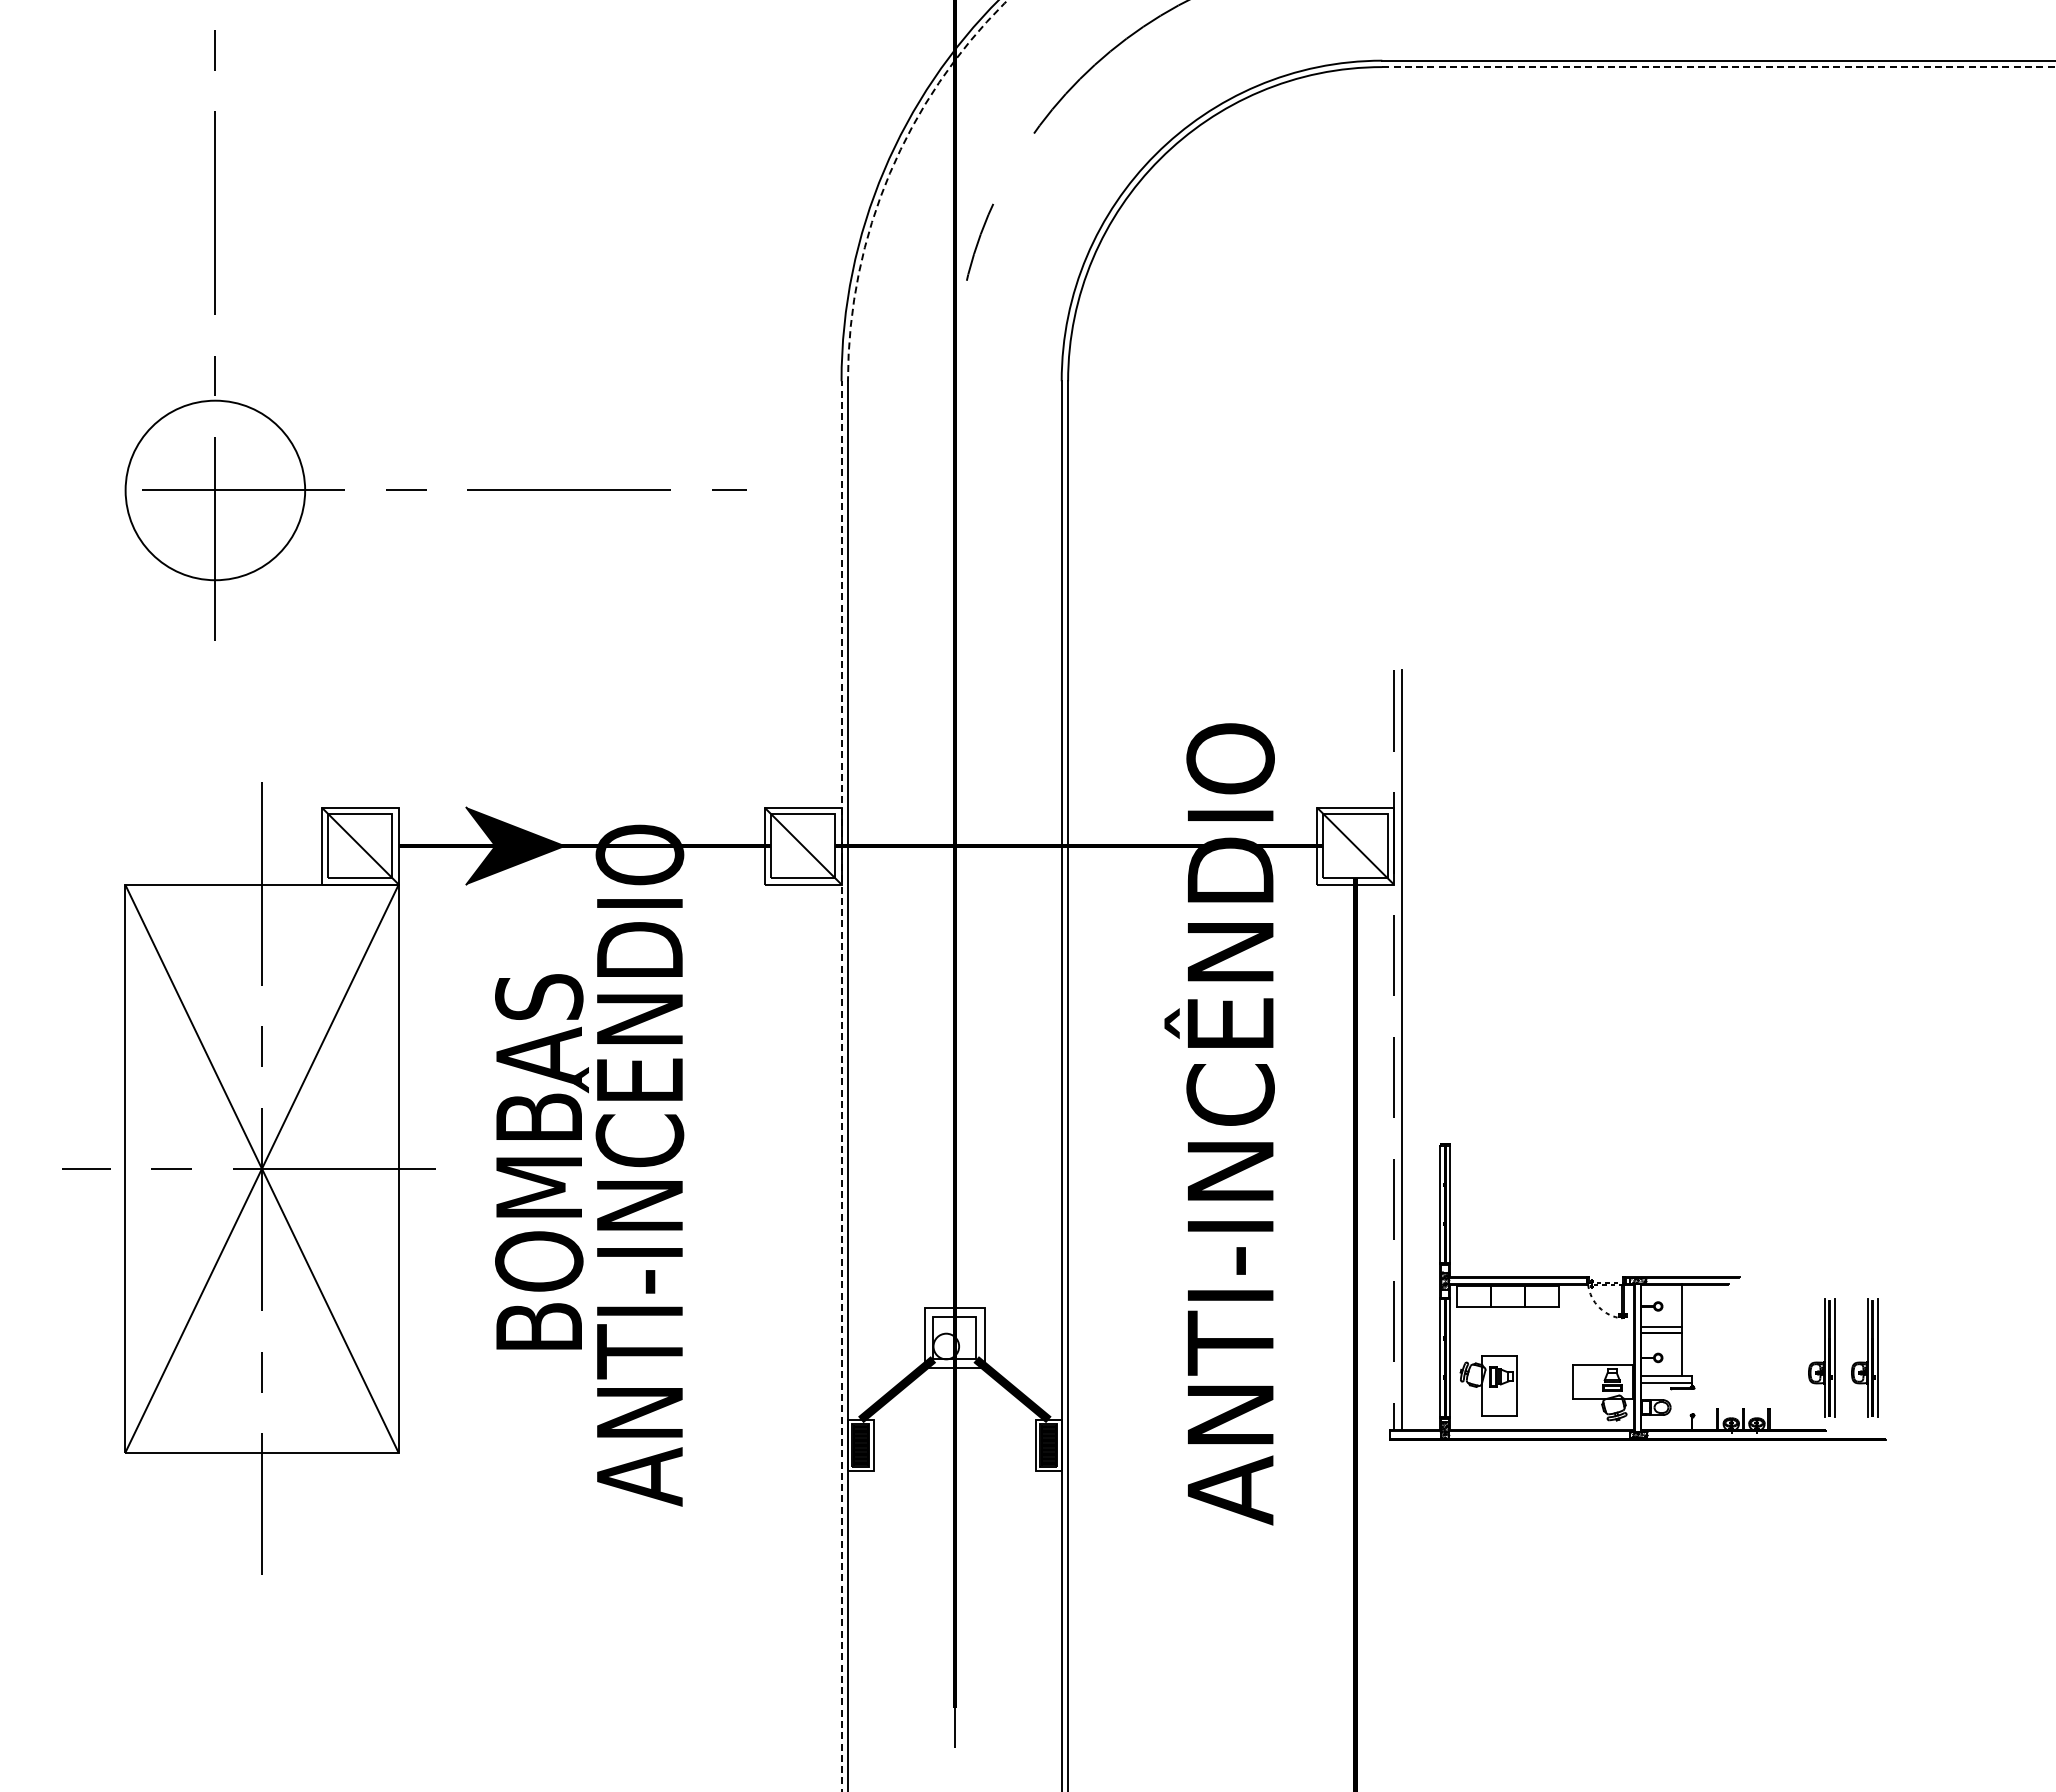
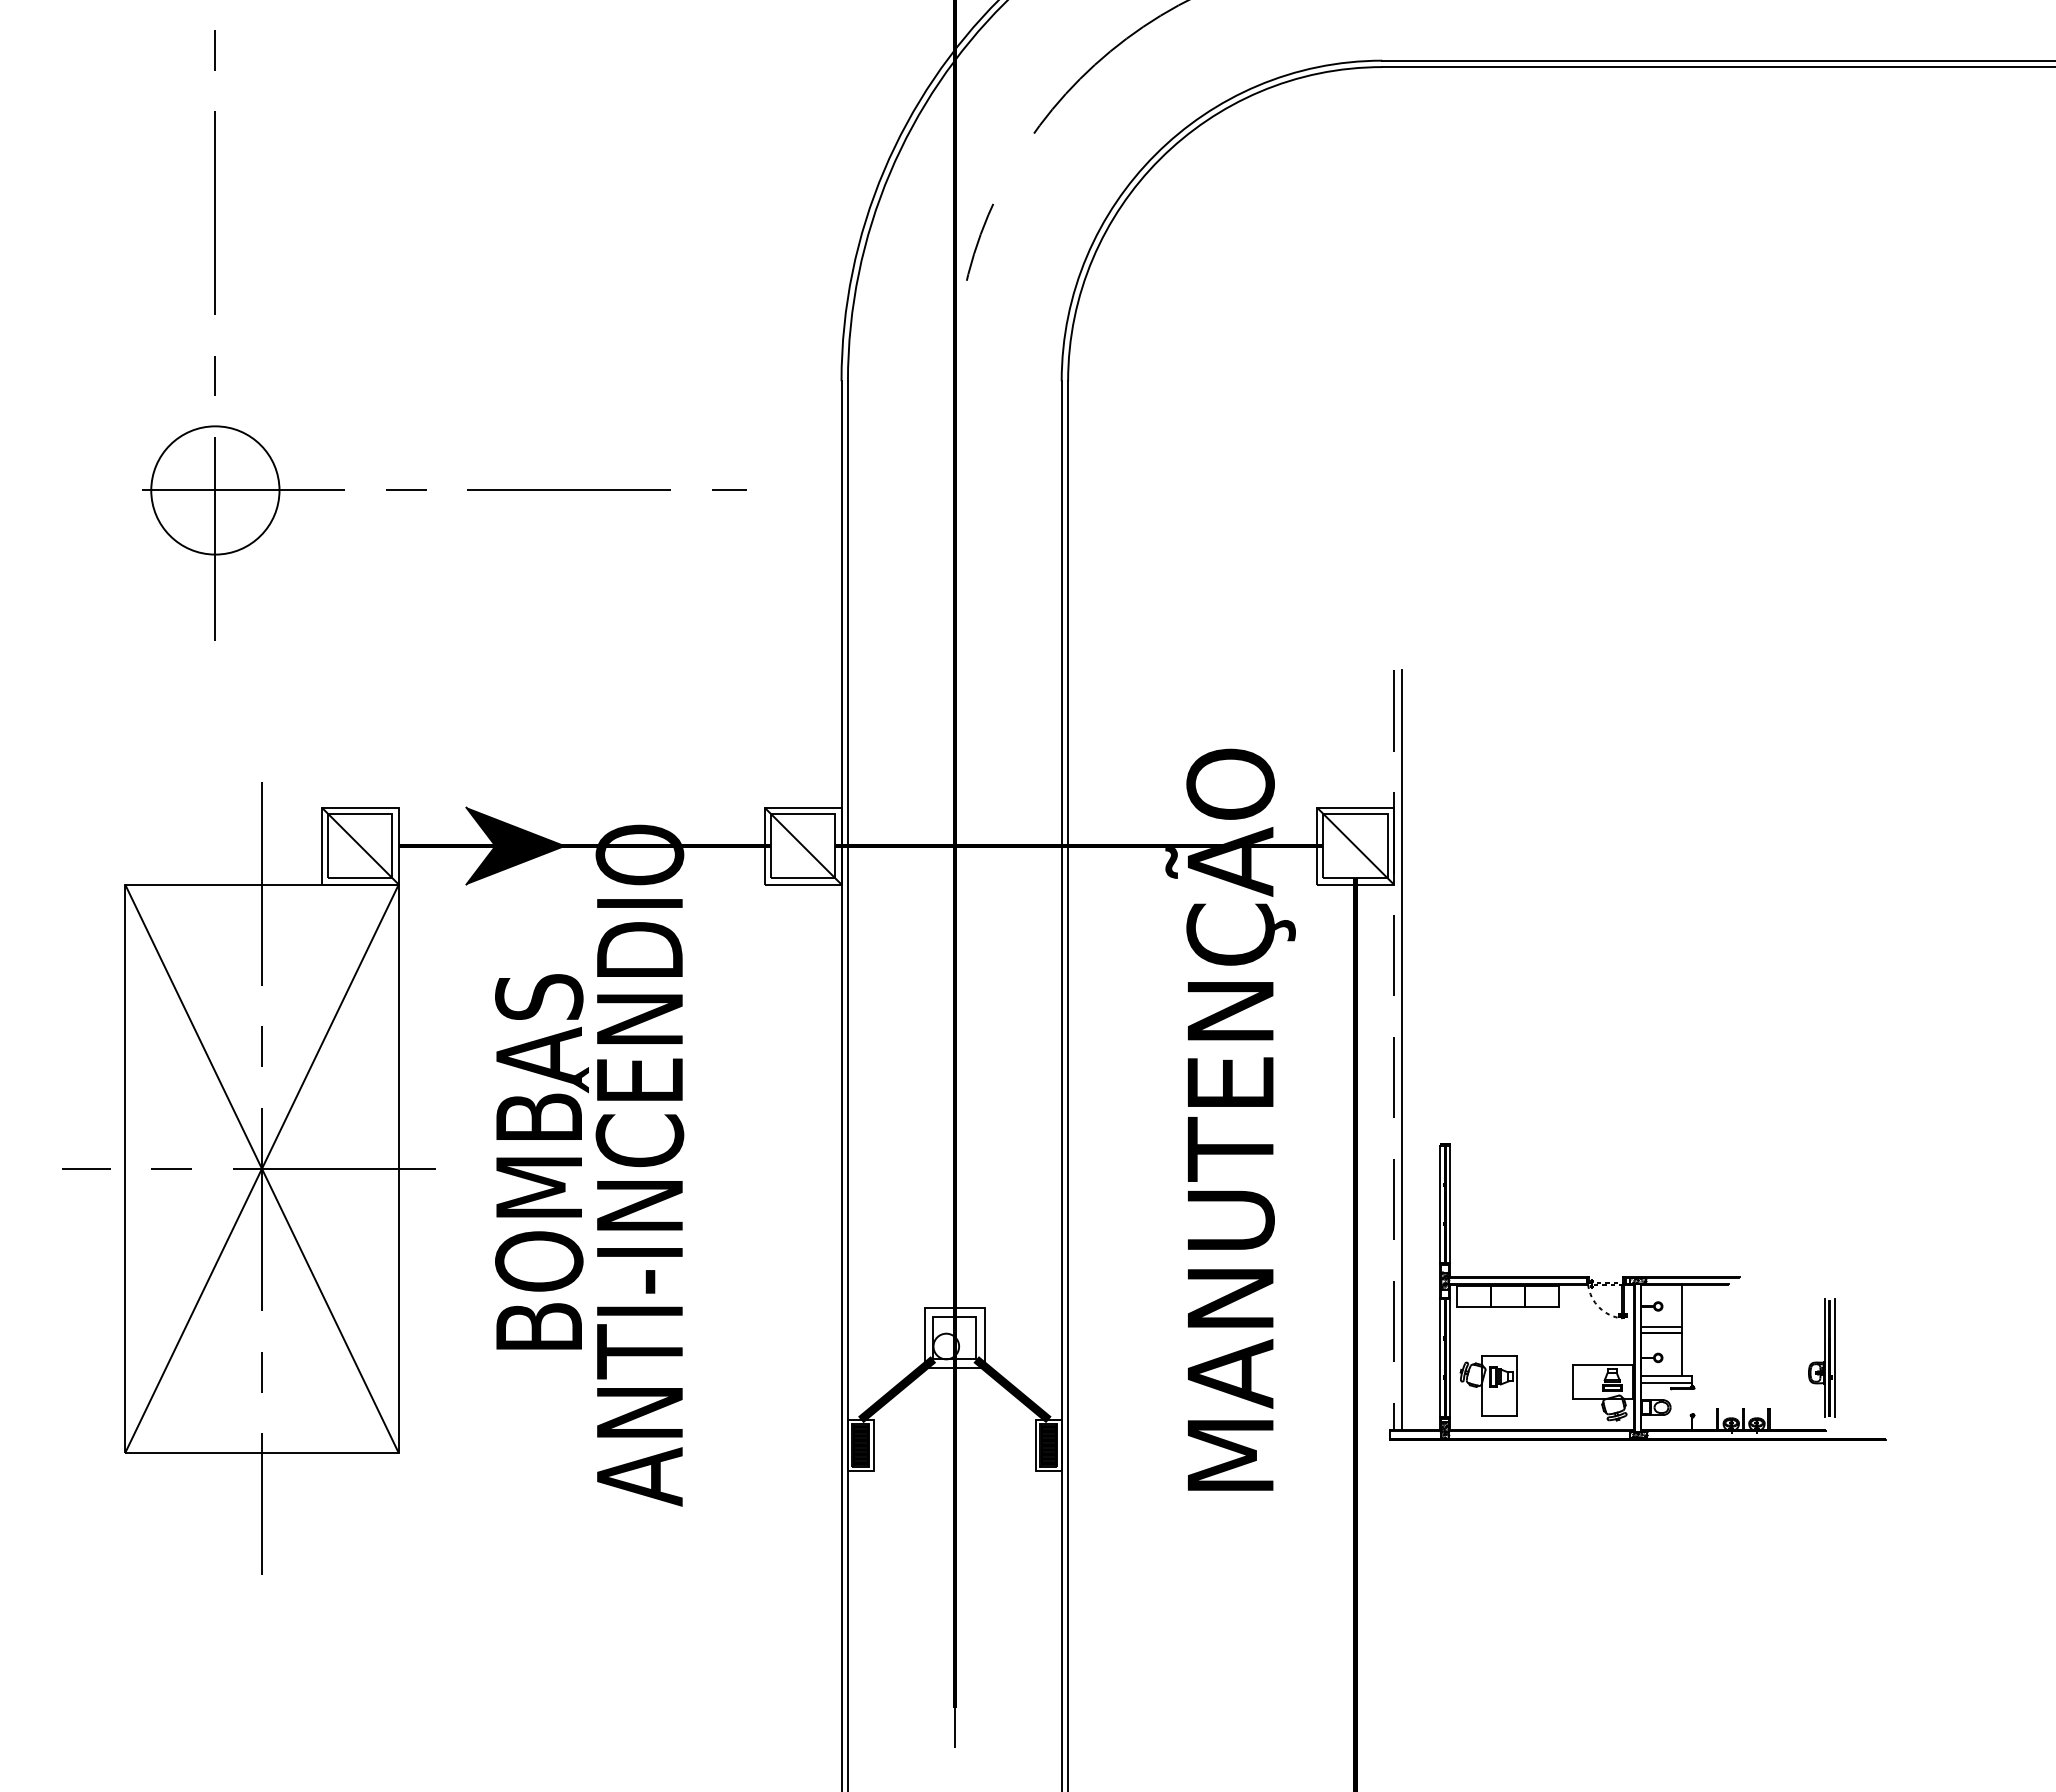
line at (1719, 67): dashed -> solid
arc at (889, 175): dashed -> solid
circle at (215, 490) diameter: 180 px -> 128 px
line at (841, 1086): dashed -> solid
text at (1229, 1124): ANTI-INCÊNDIO -> MANUTENÇÃO
part at (1864, 1357): present -> none
